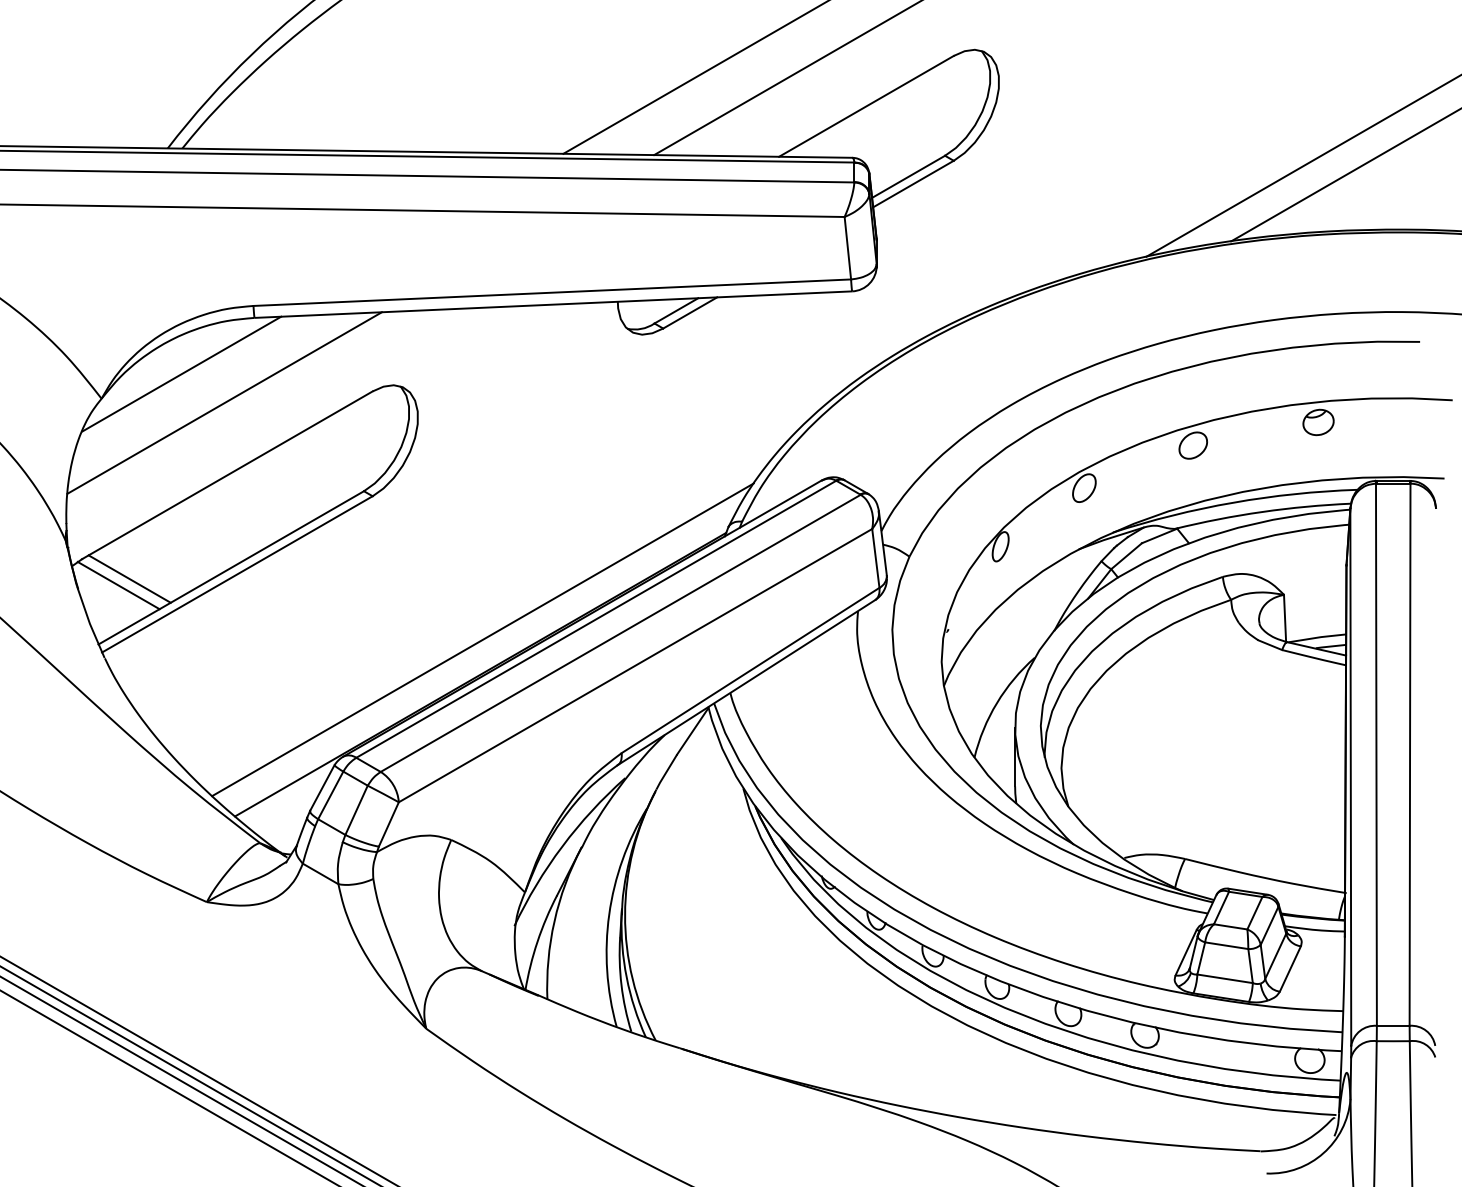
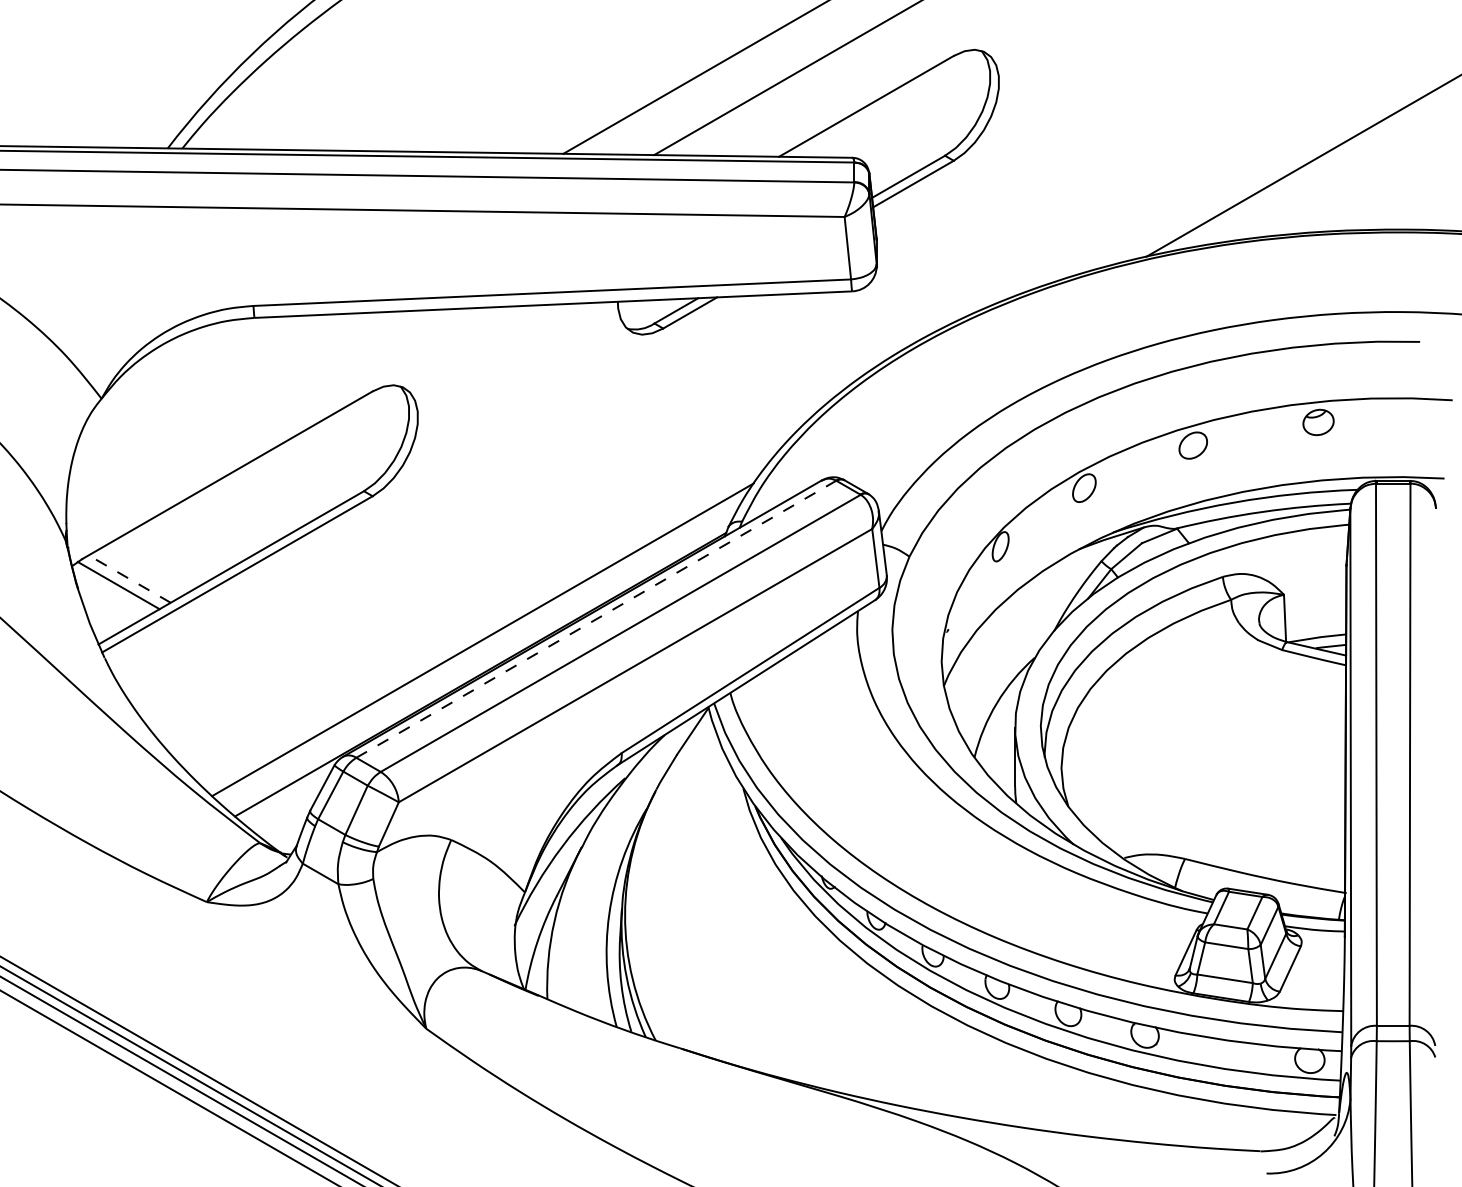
line at (1344, 175): present -> none
line at (181, 373): present -> none
line at (224, 402): present -> none
line at (129, 578): solid -> dashed
line at (596, 619): solid -> dashed
